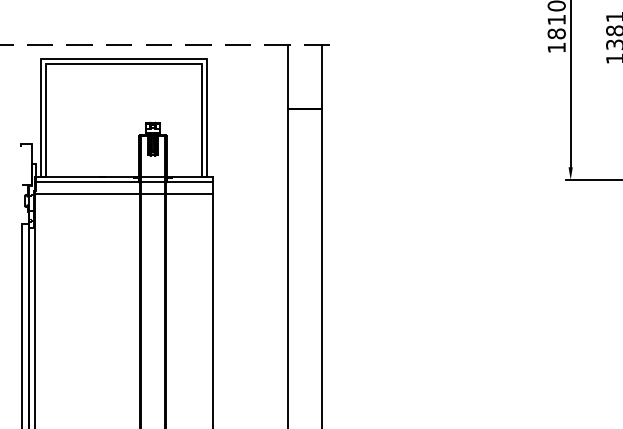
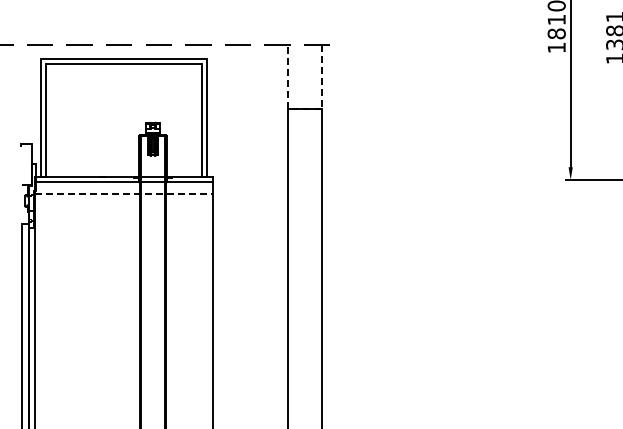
line at (304, 109): solid -> dashed
line at (124, 194): solid -> dashed
